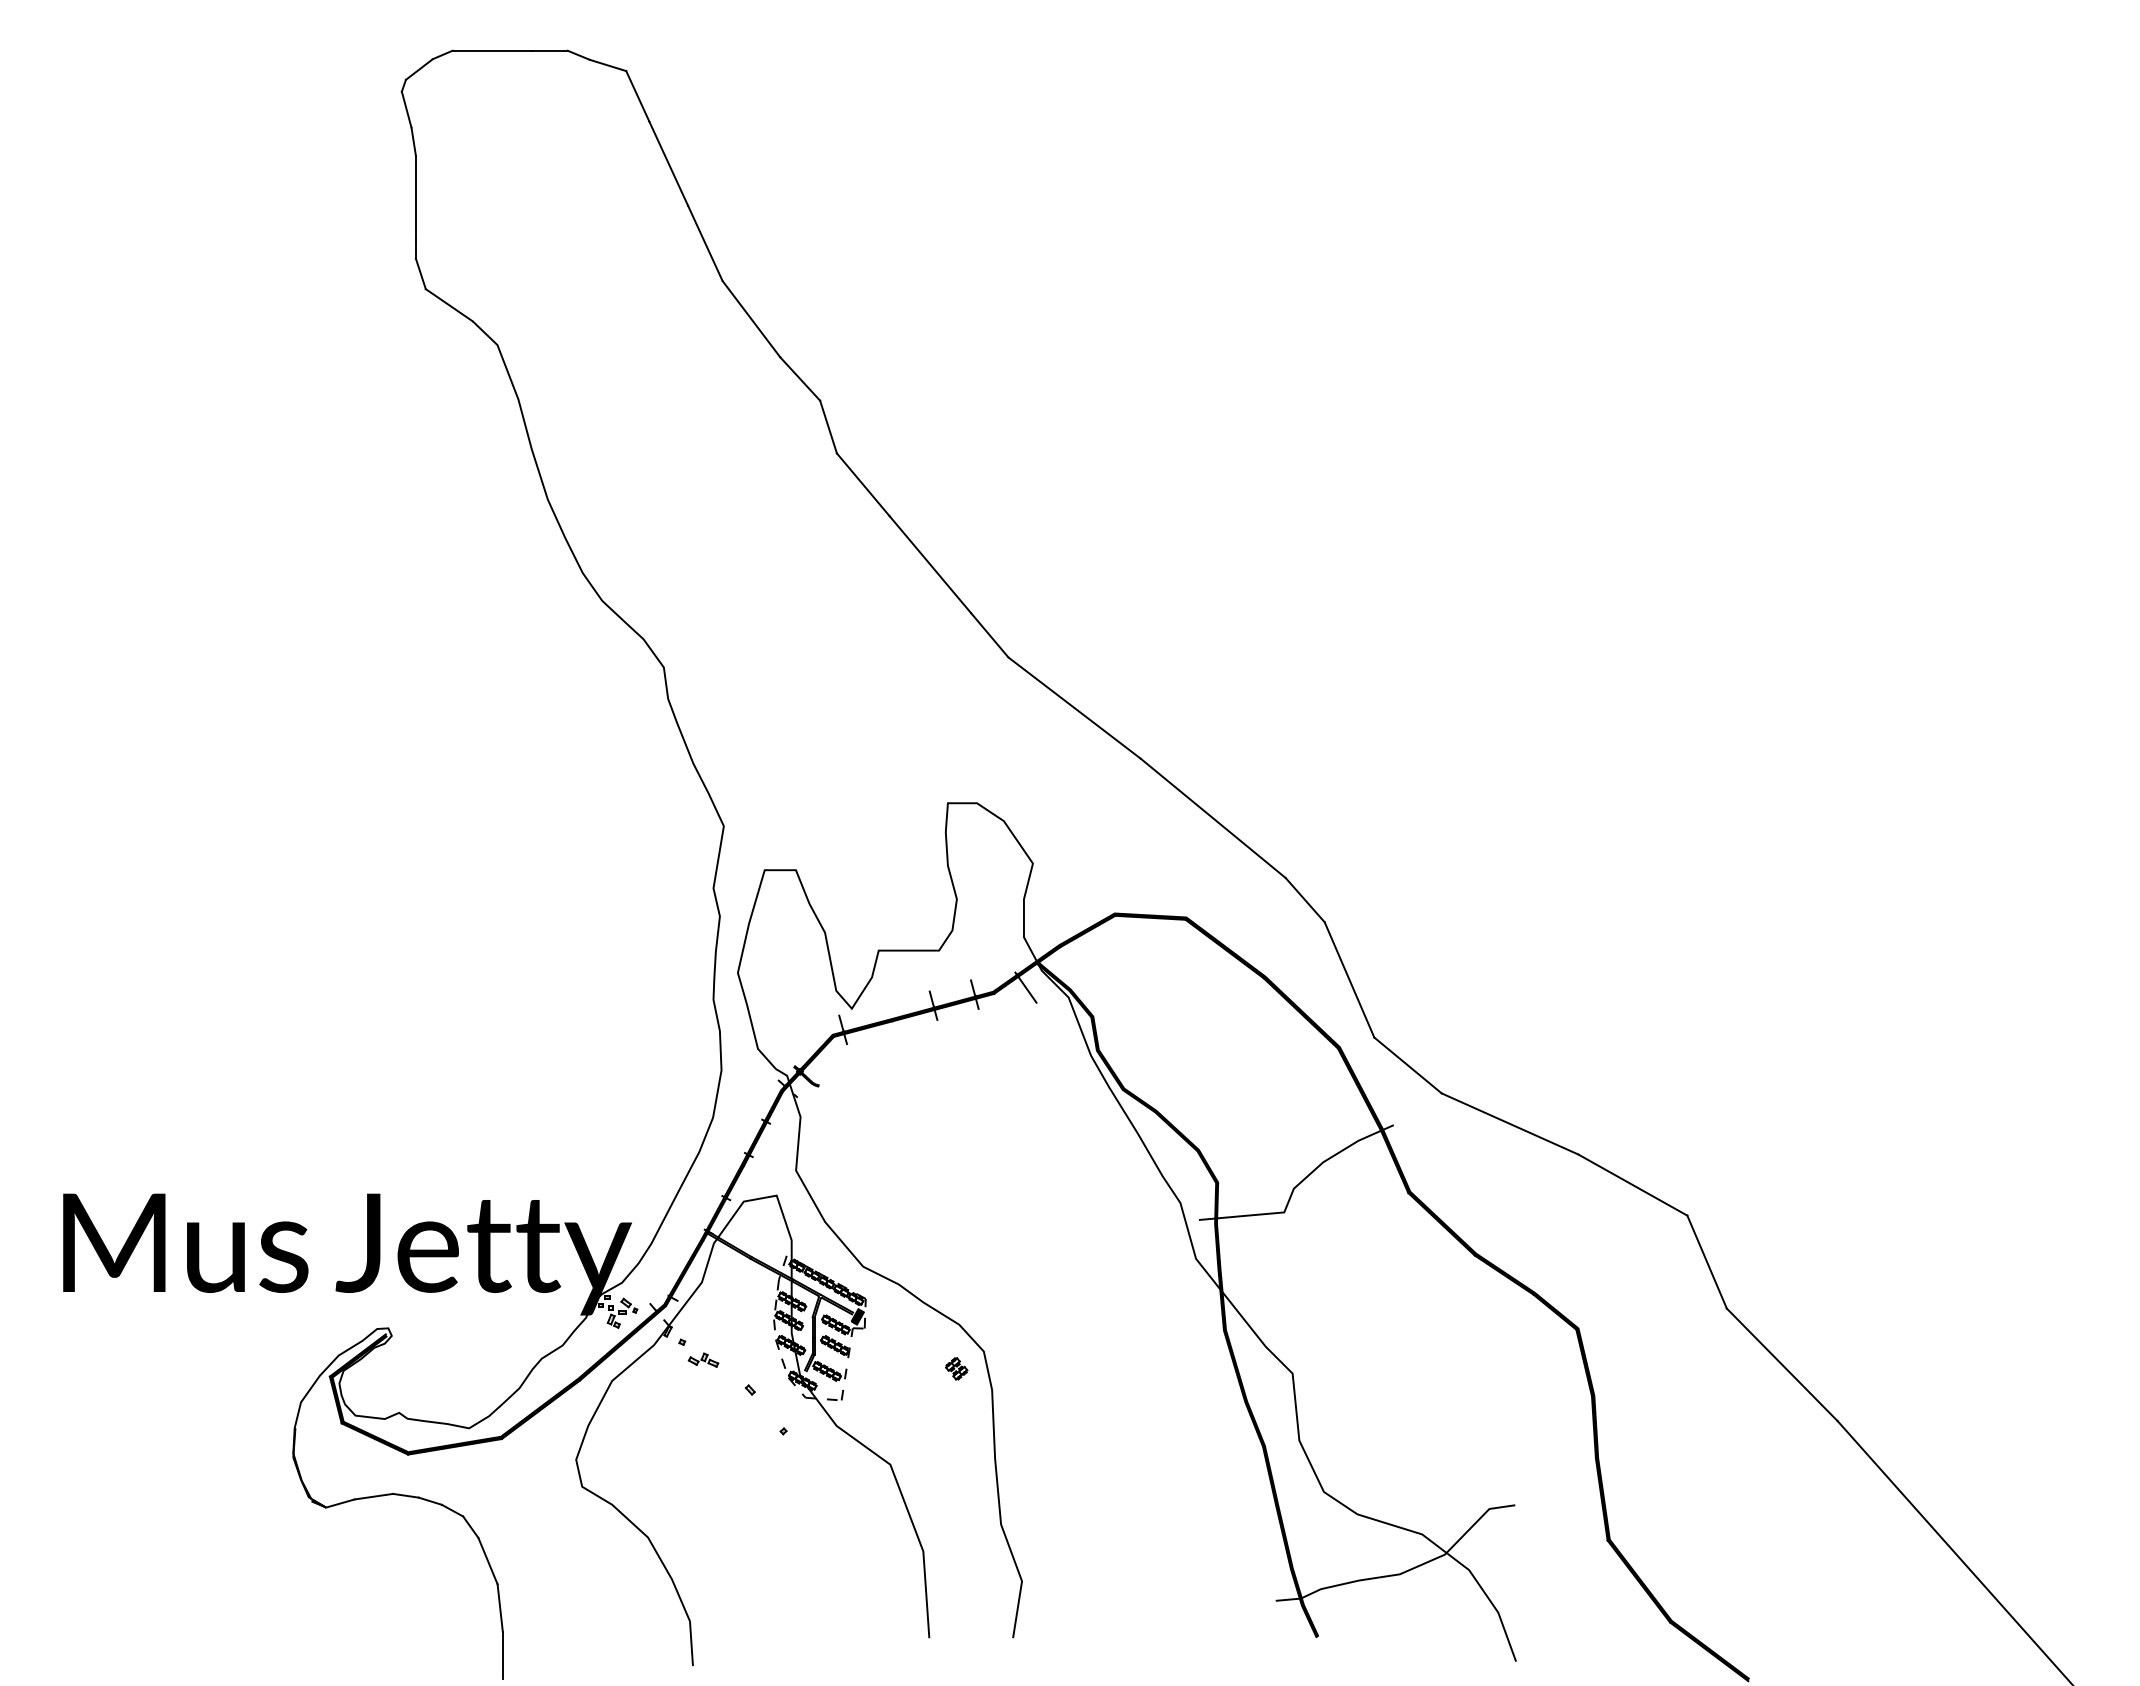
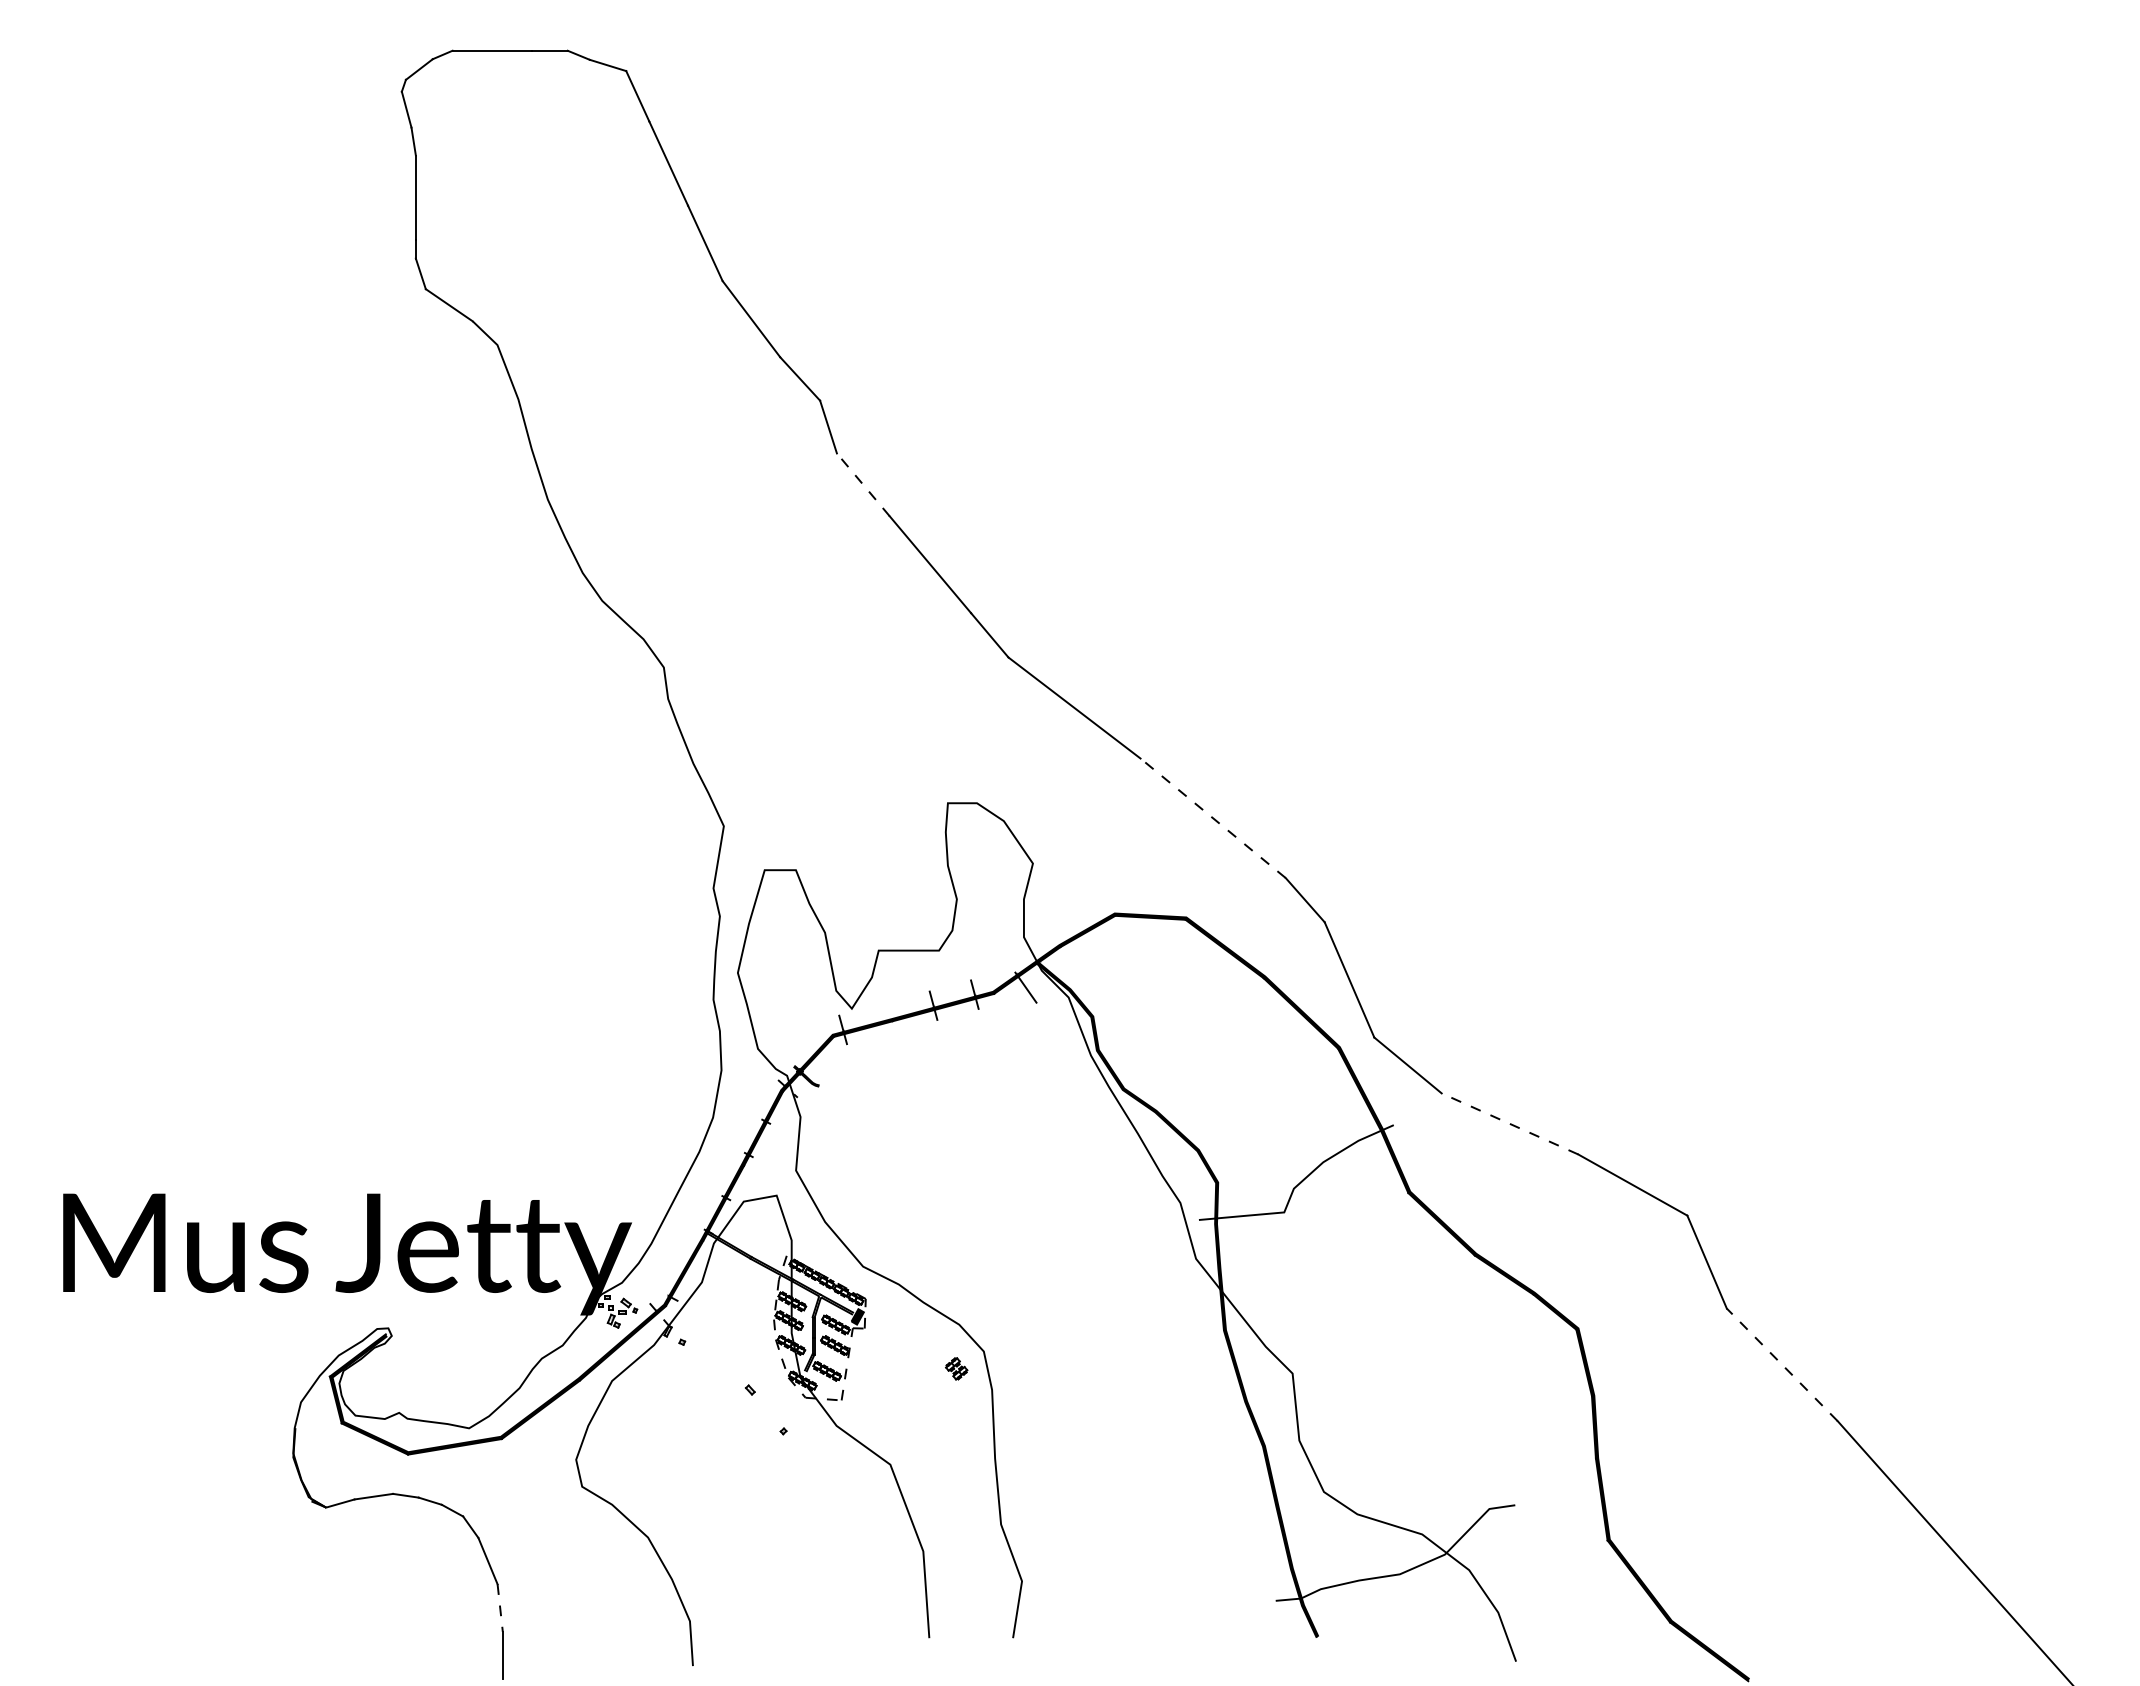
line at (863, 484): solid -> dashed
line at (1213, 818): solid -> dashed
line at (1510, 1123): solid -> dashed
part at (703, 1359): present -> none
line at (1782, 1364): solid -> dashed
line at (500, 1608): solid -> dashed
